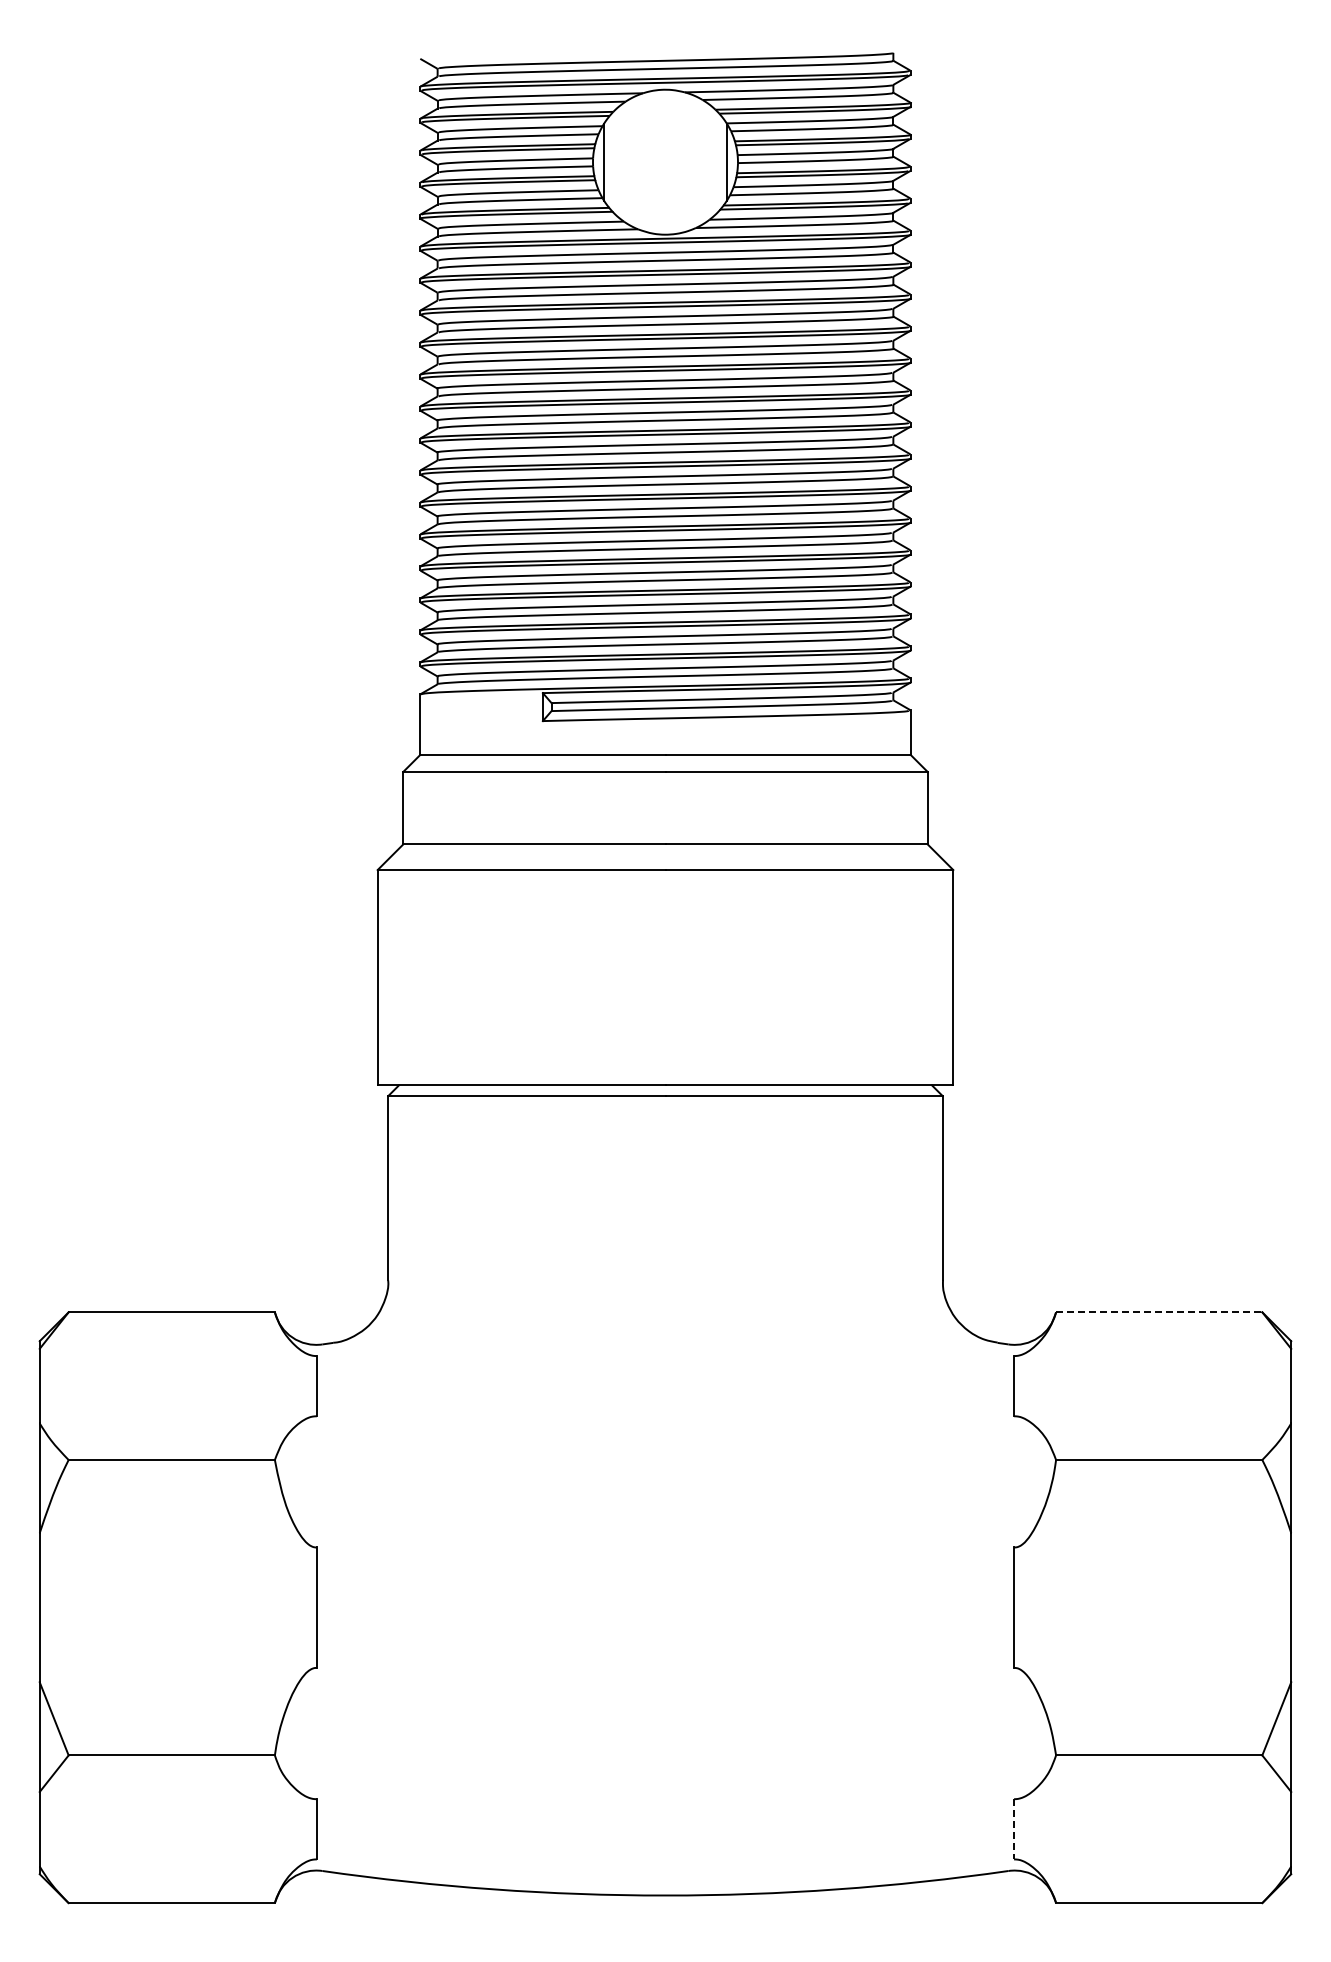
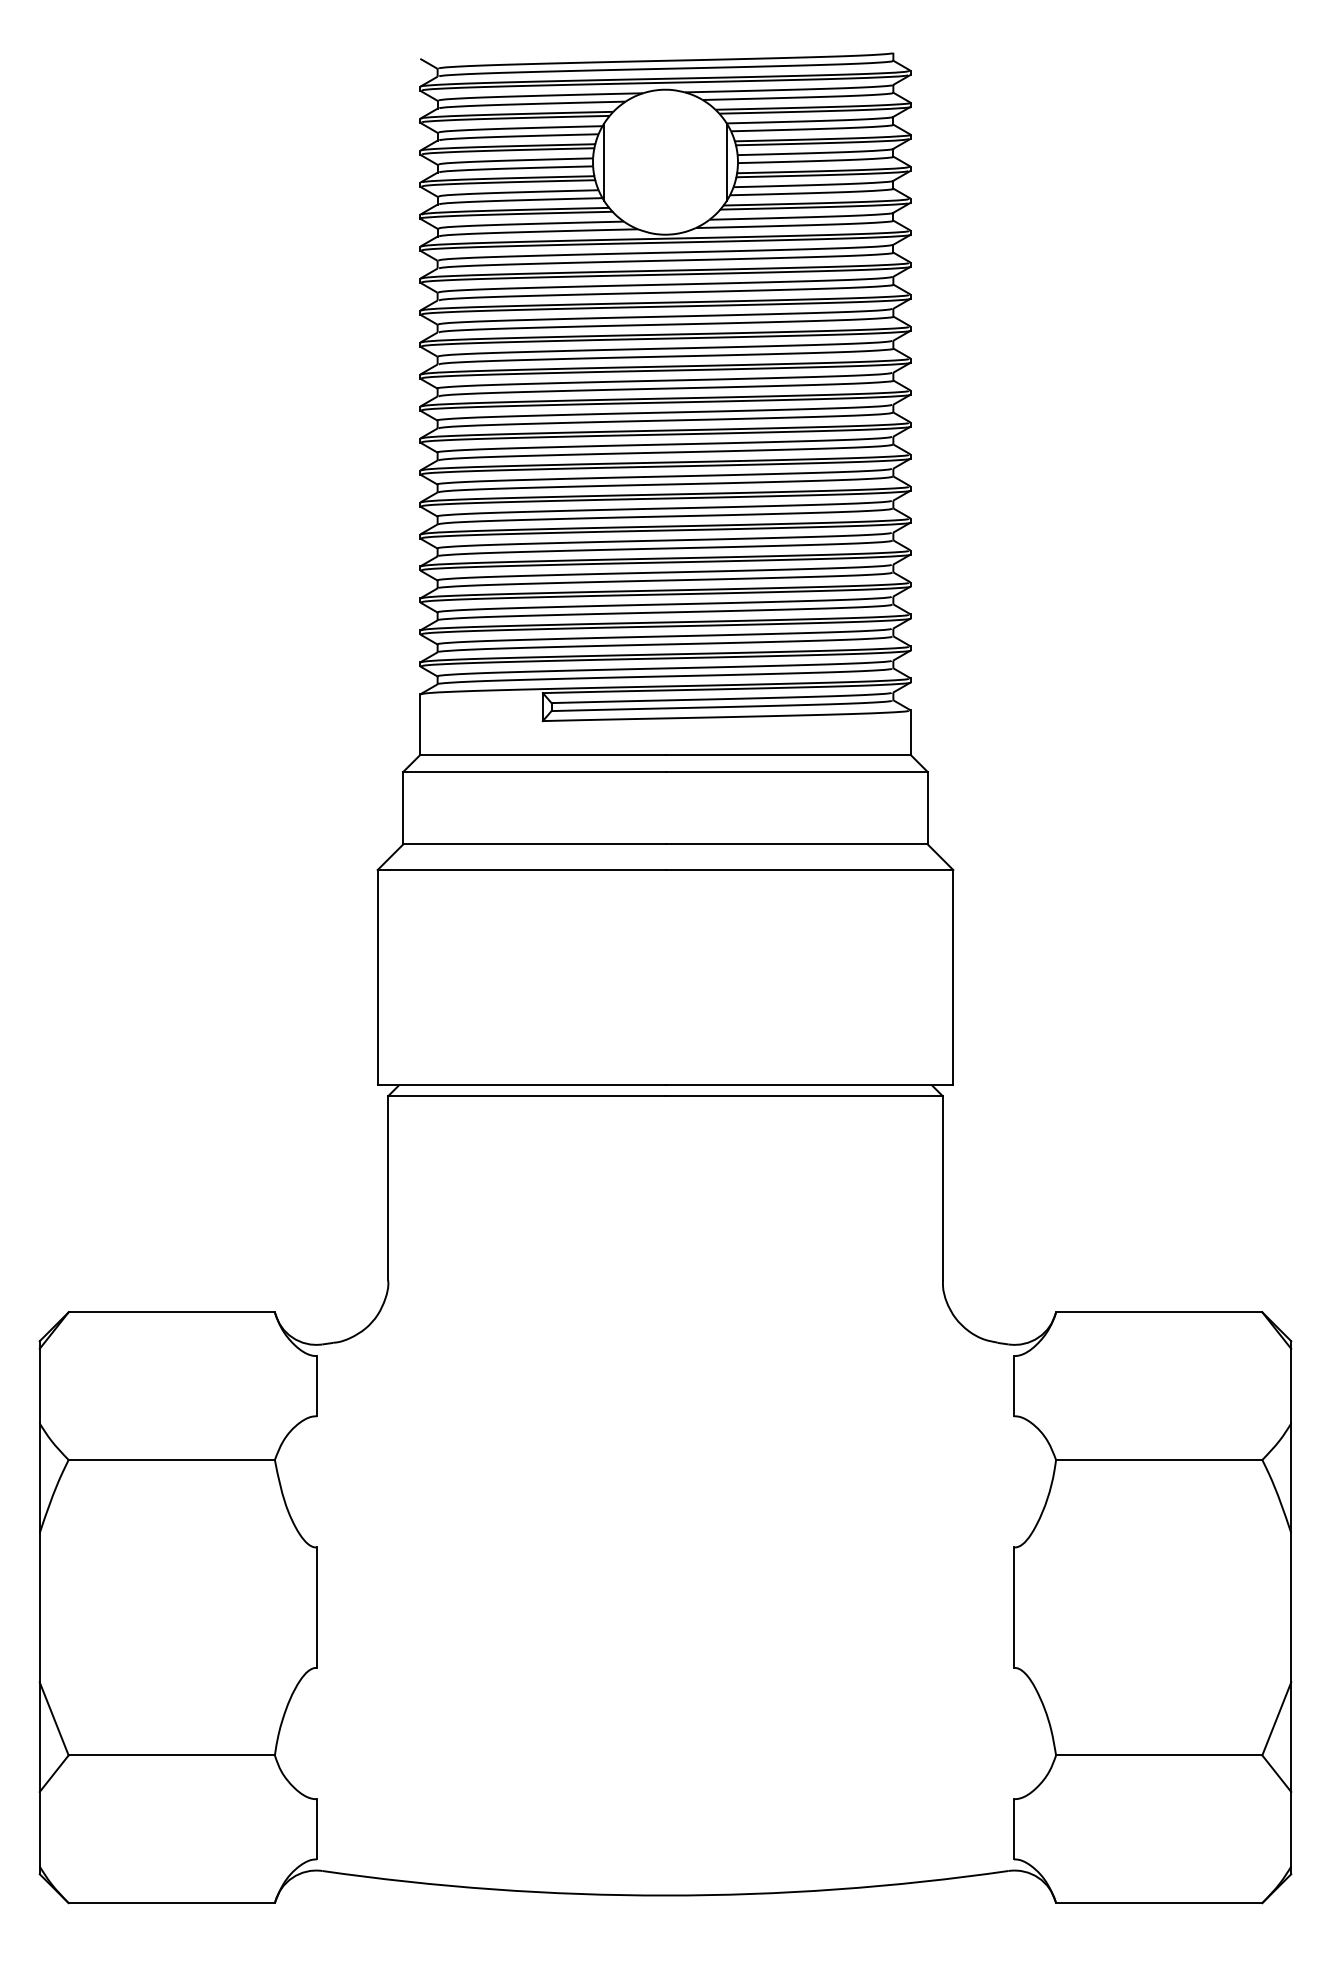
line at (1159, 1312): dashed -> solid
line at (1014, 1829): dashed -> solid
